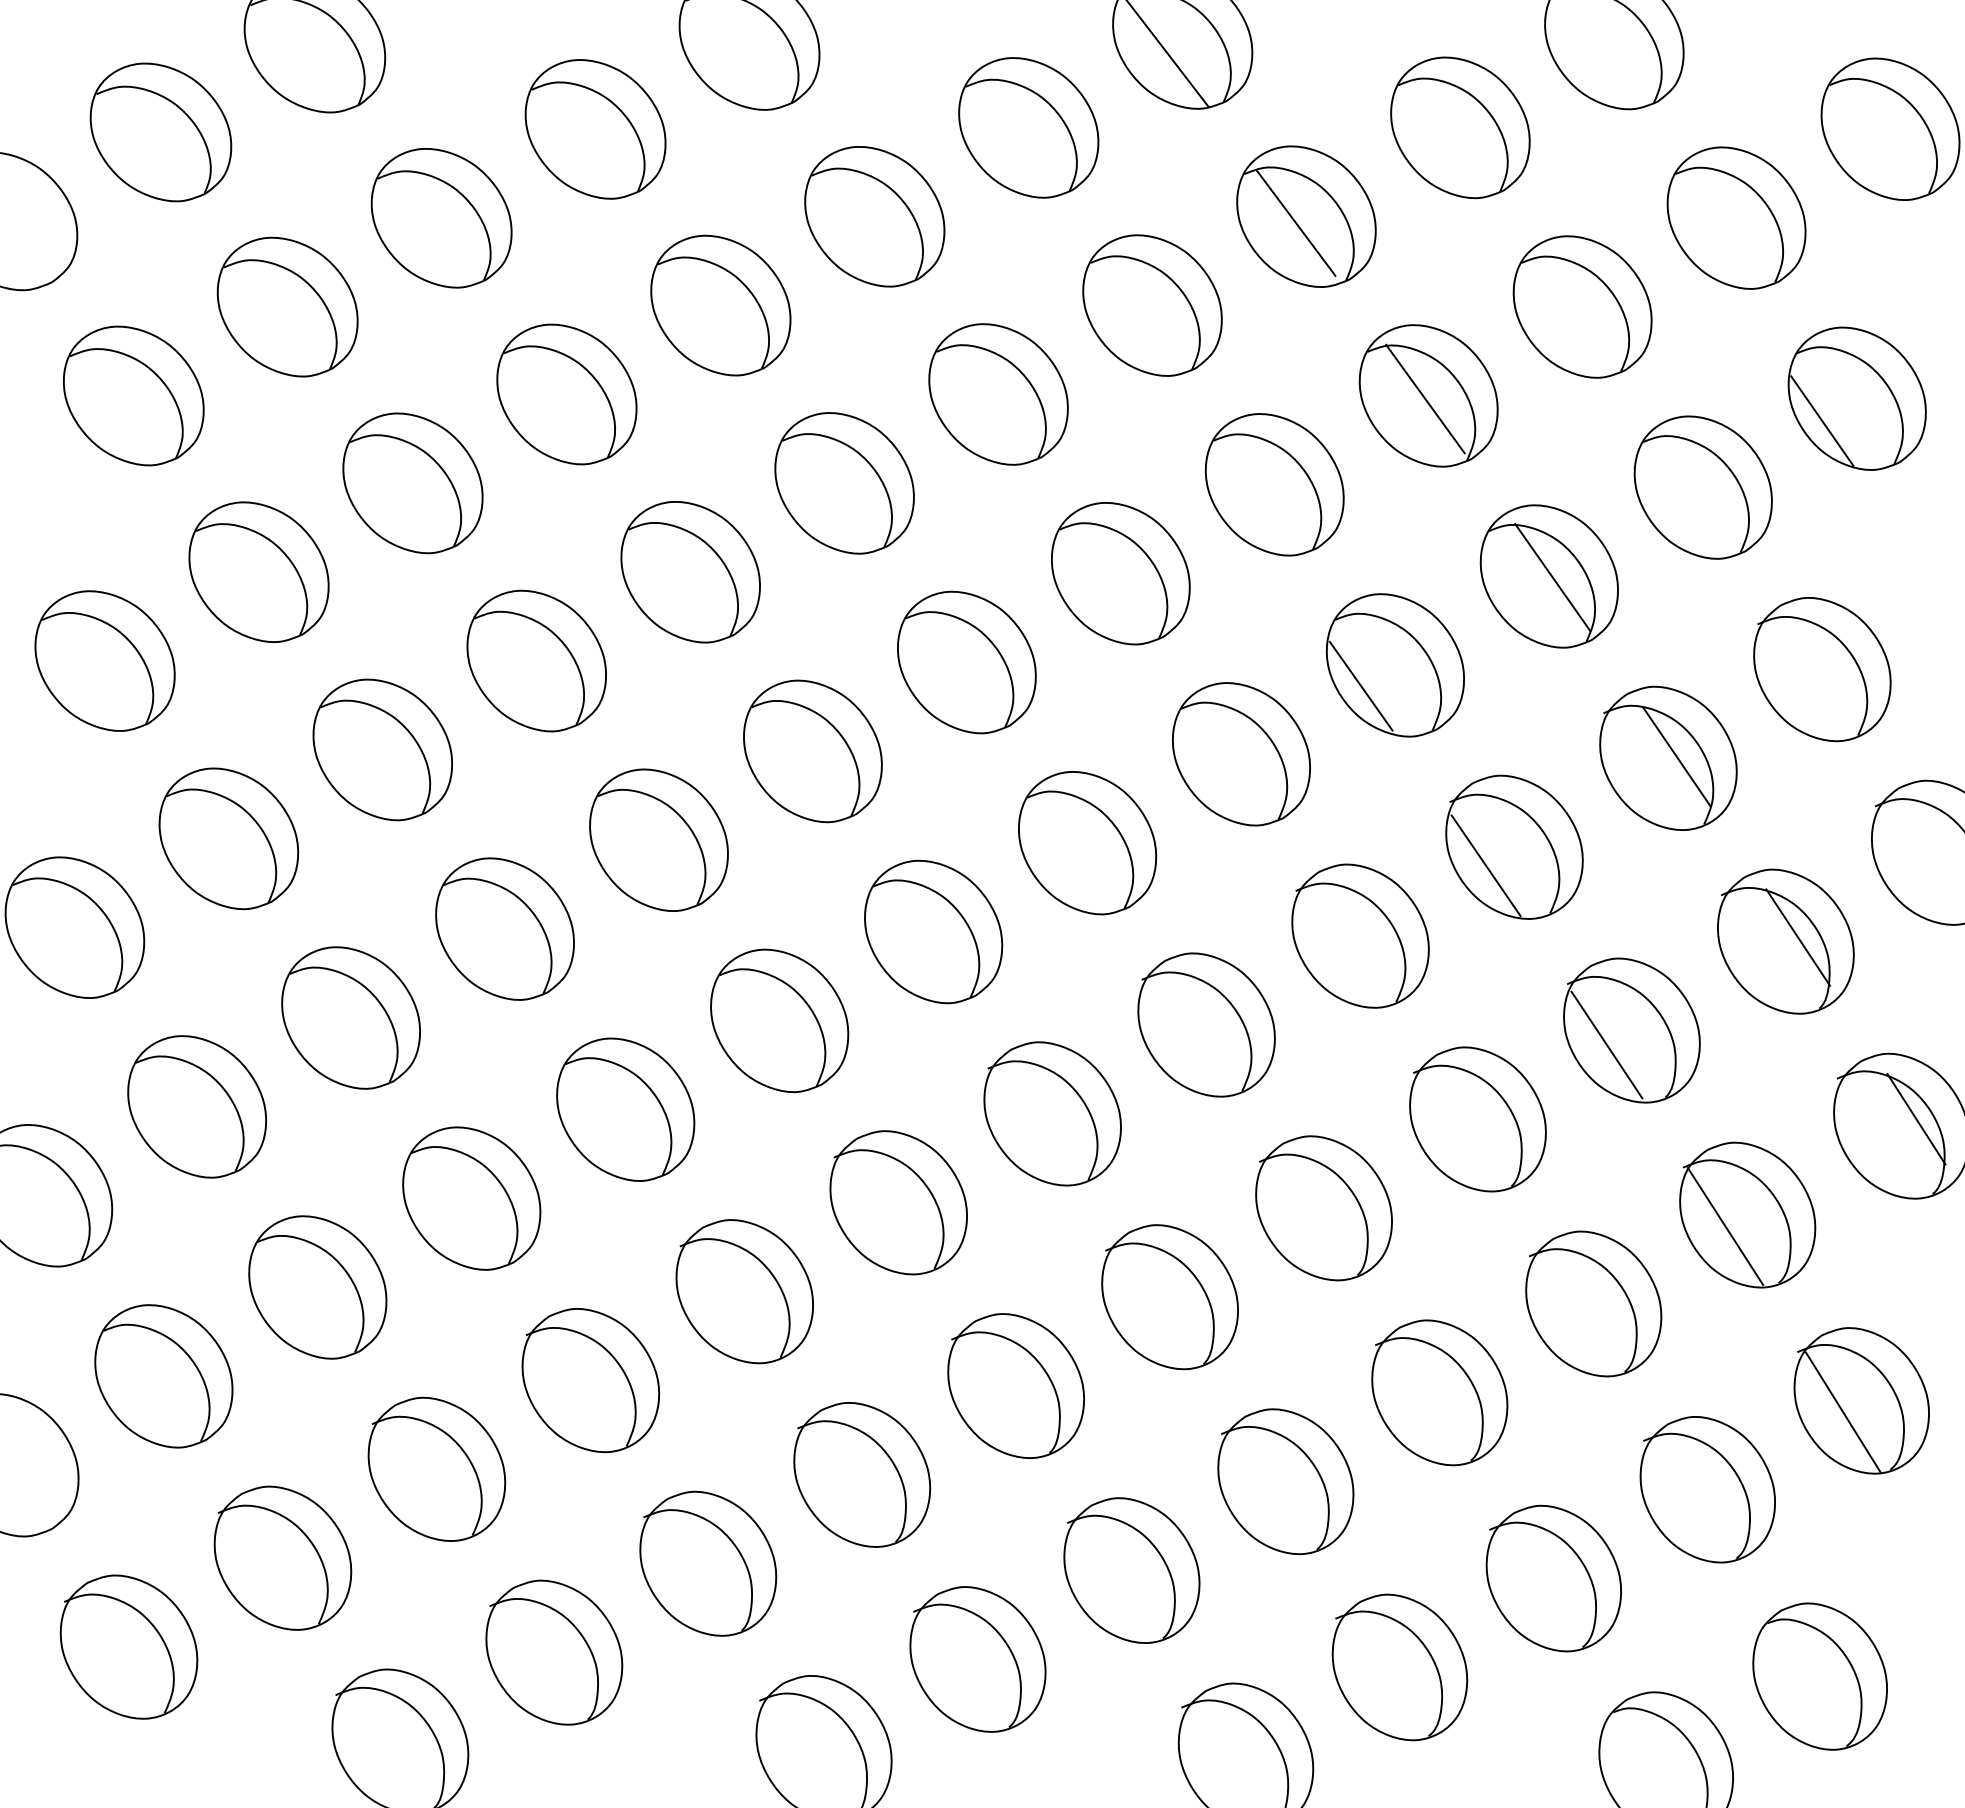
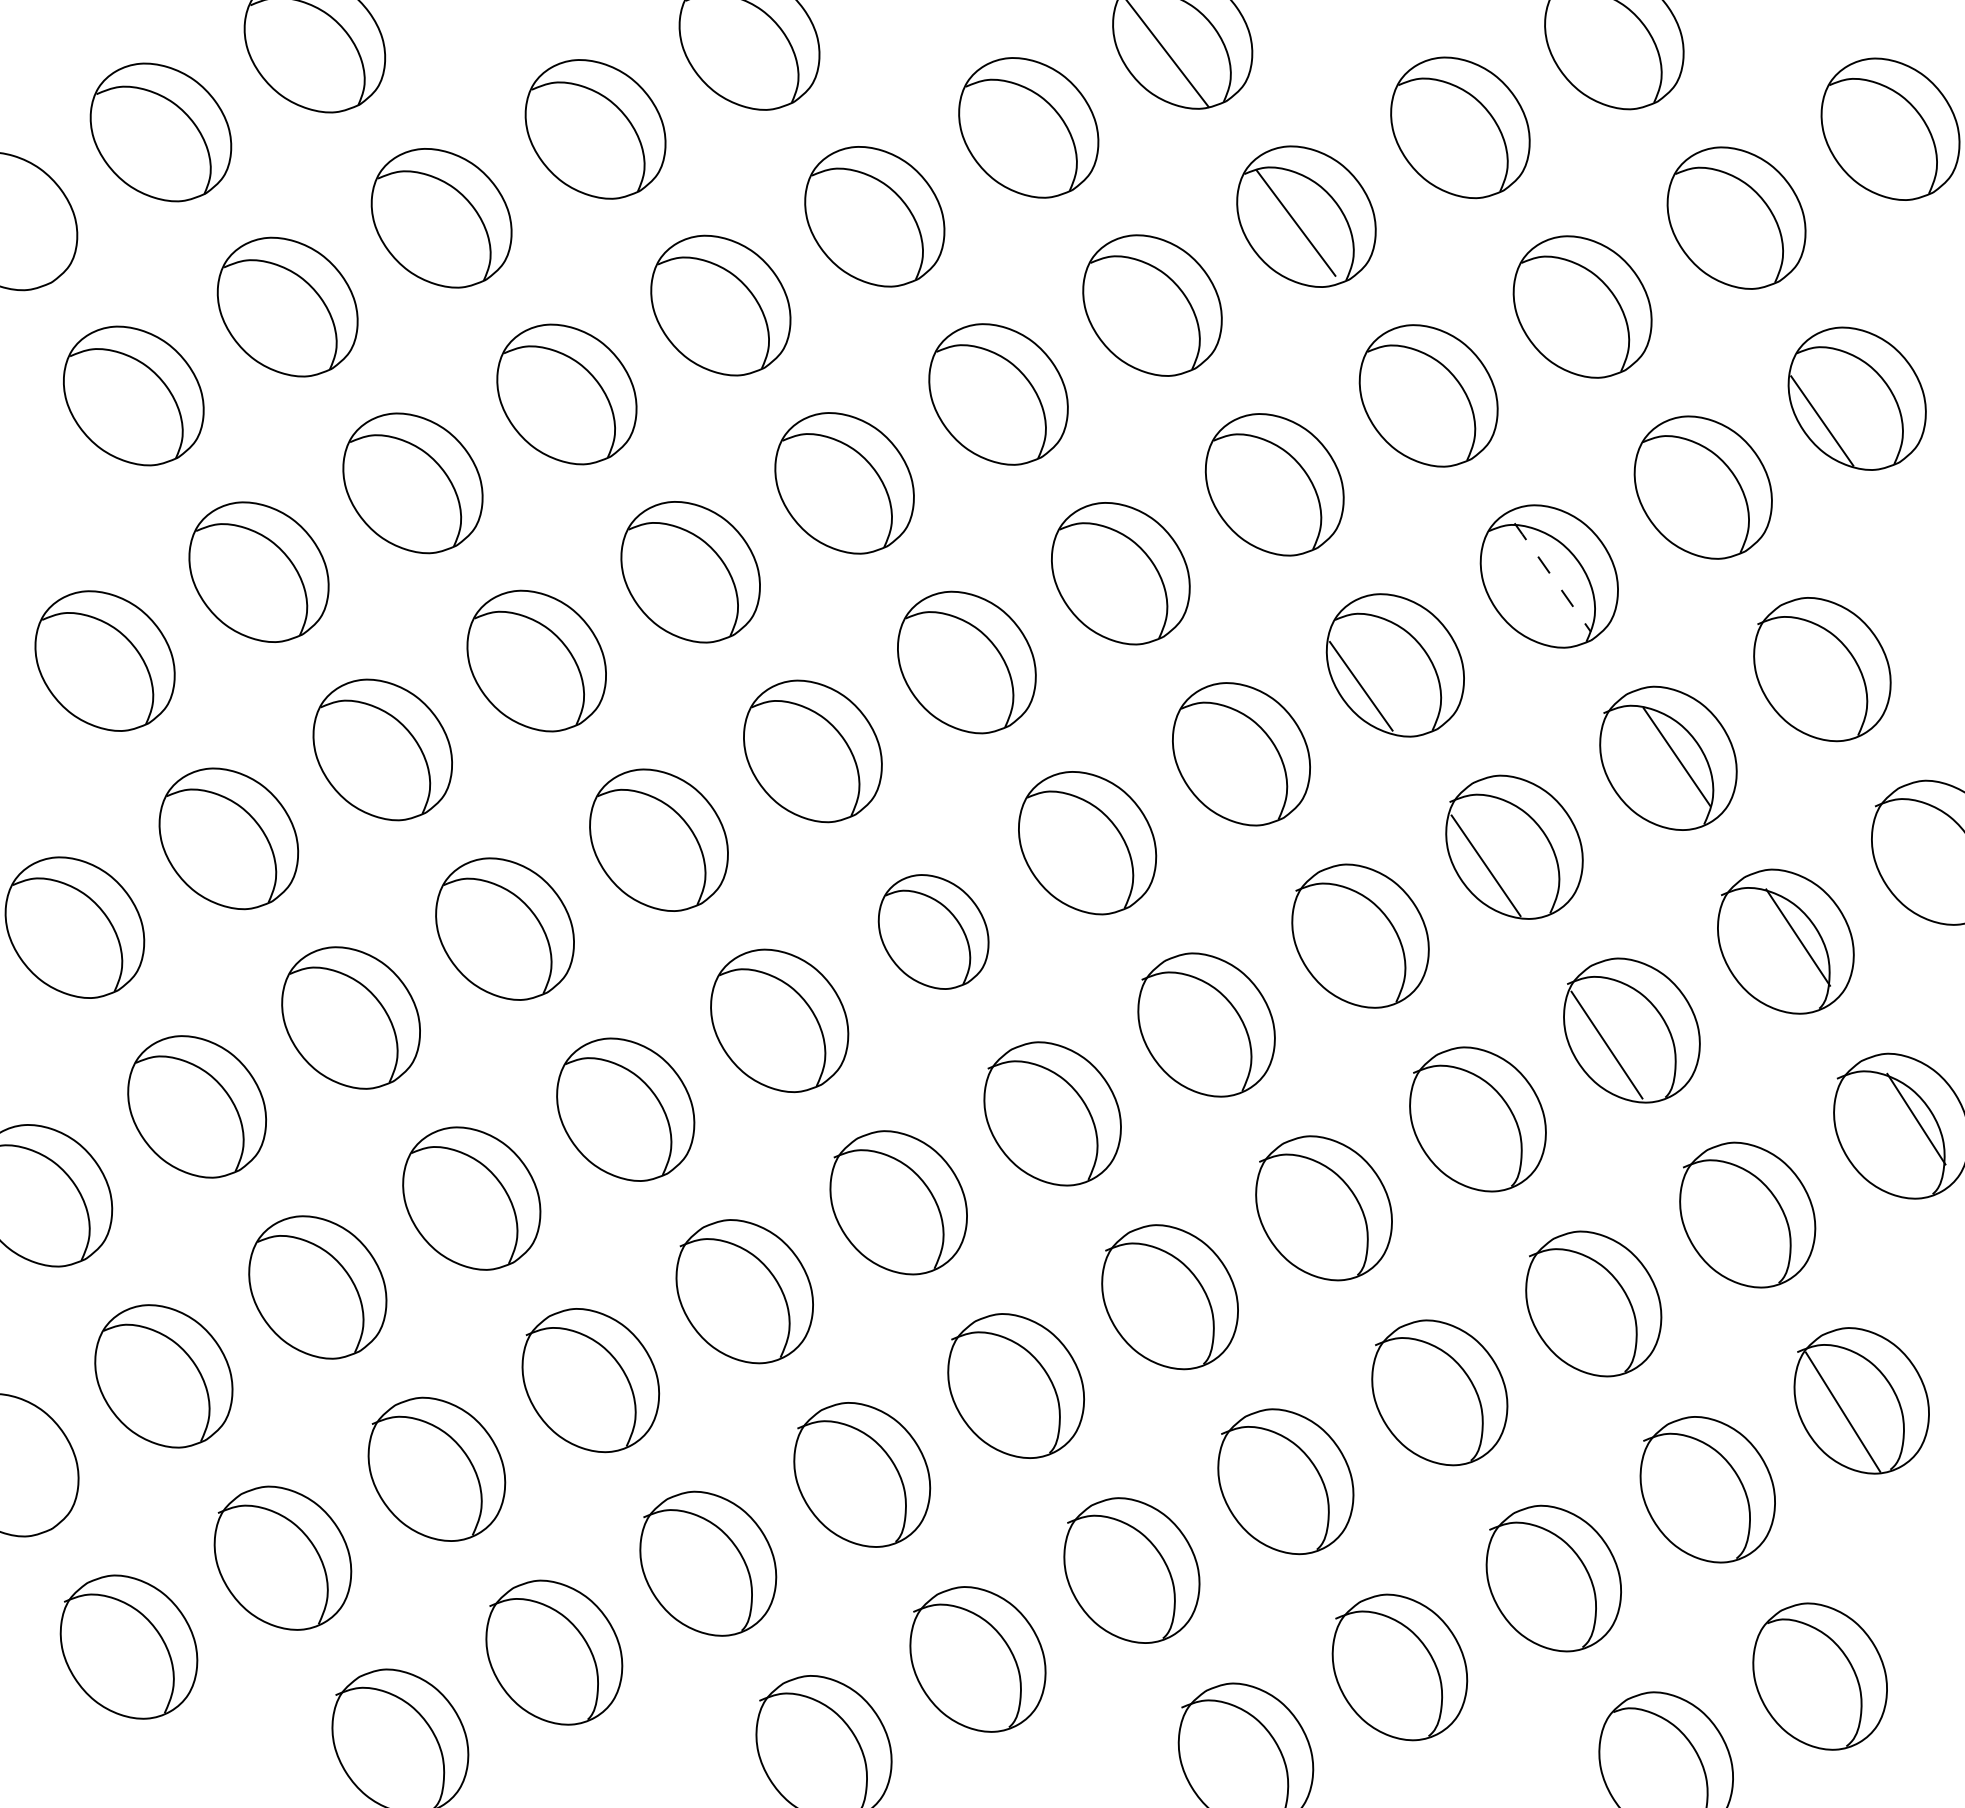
line at (1425, 398): present -> none
line at (1552, 577): solid -> dashed
part at (933, 931) size: 140x146 px -> 113x116 px
line at (1725, 1226): present -> none
